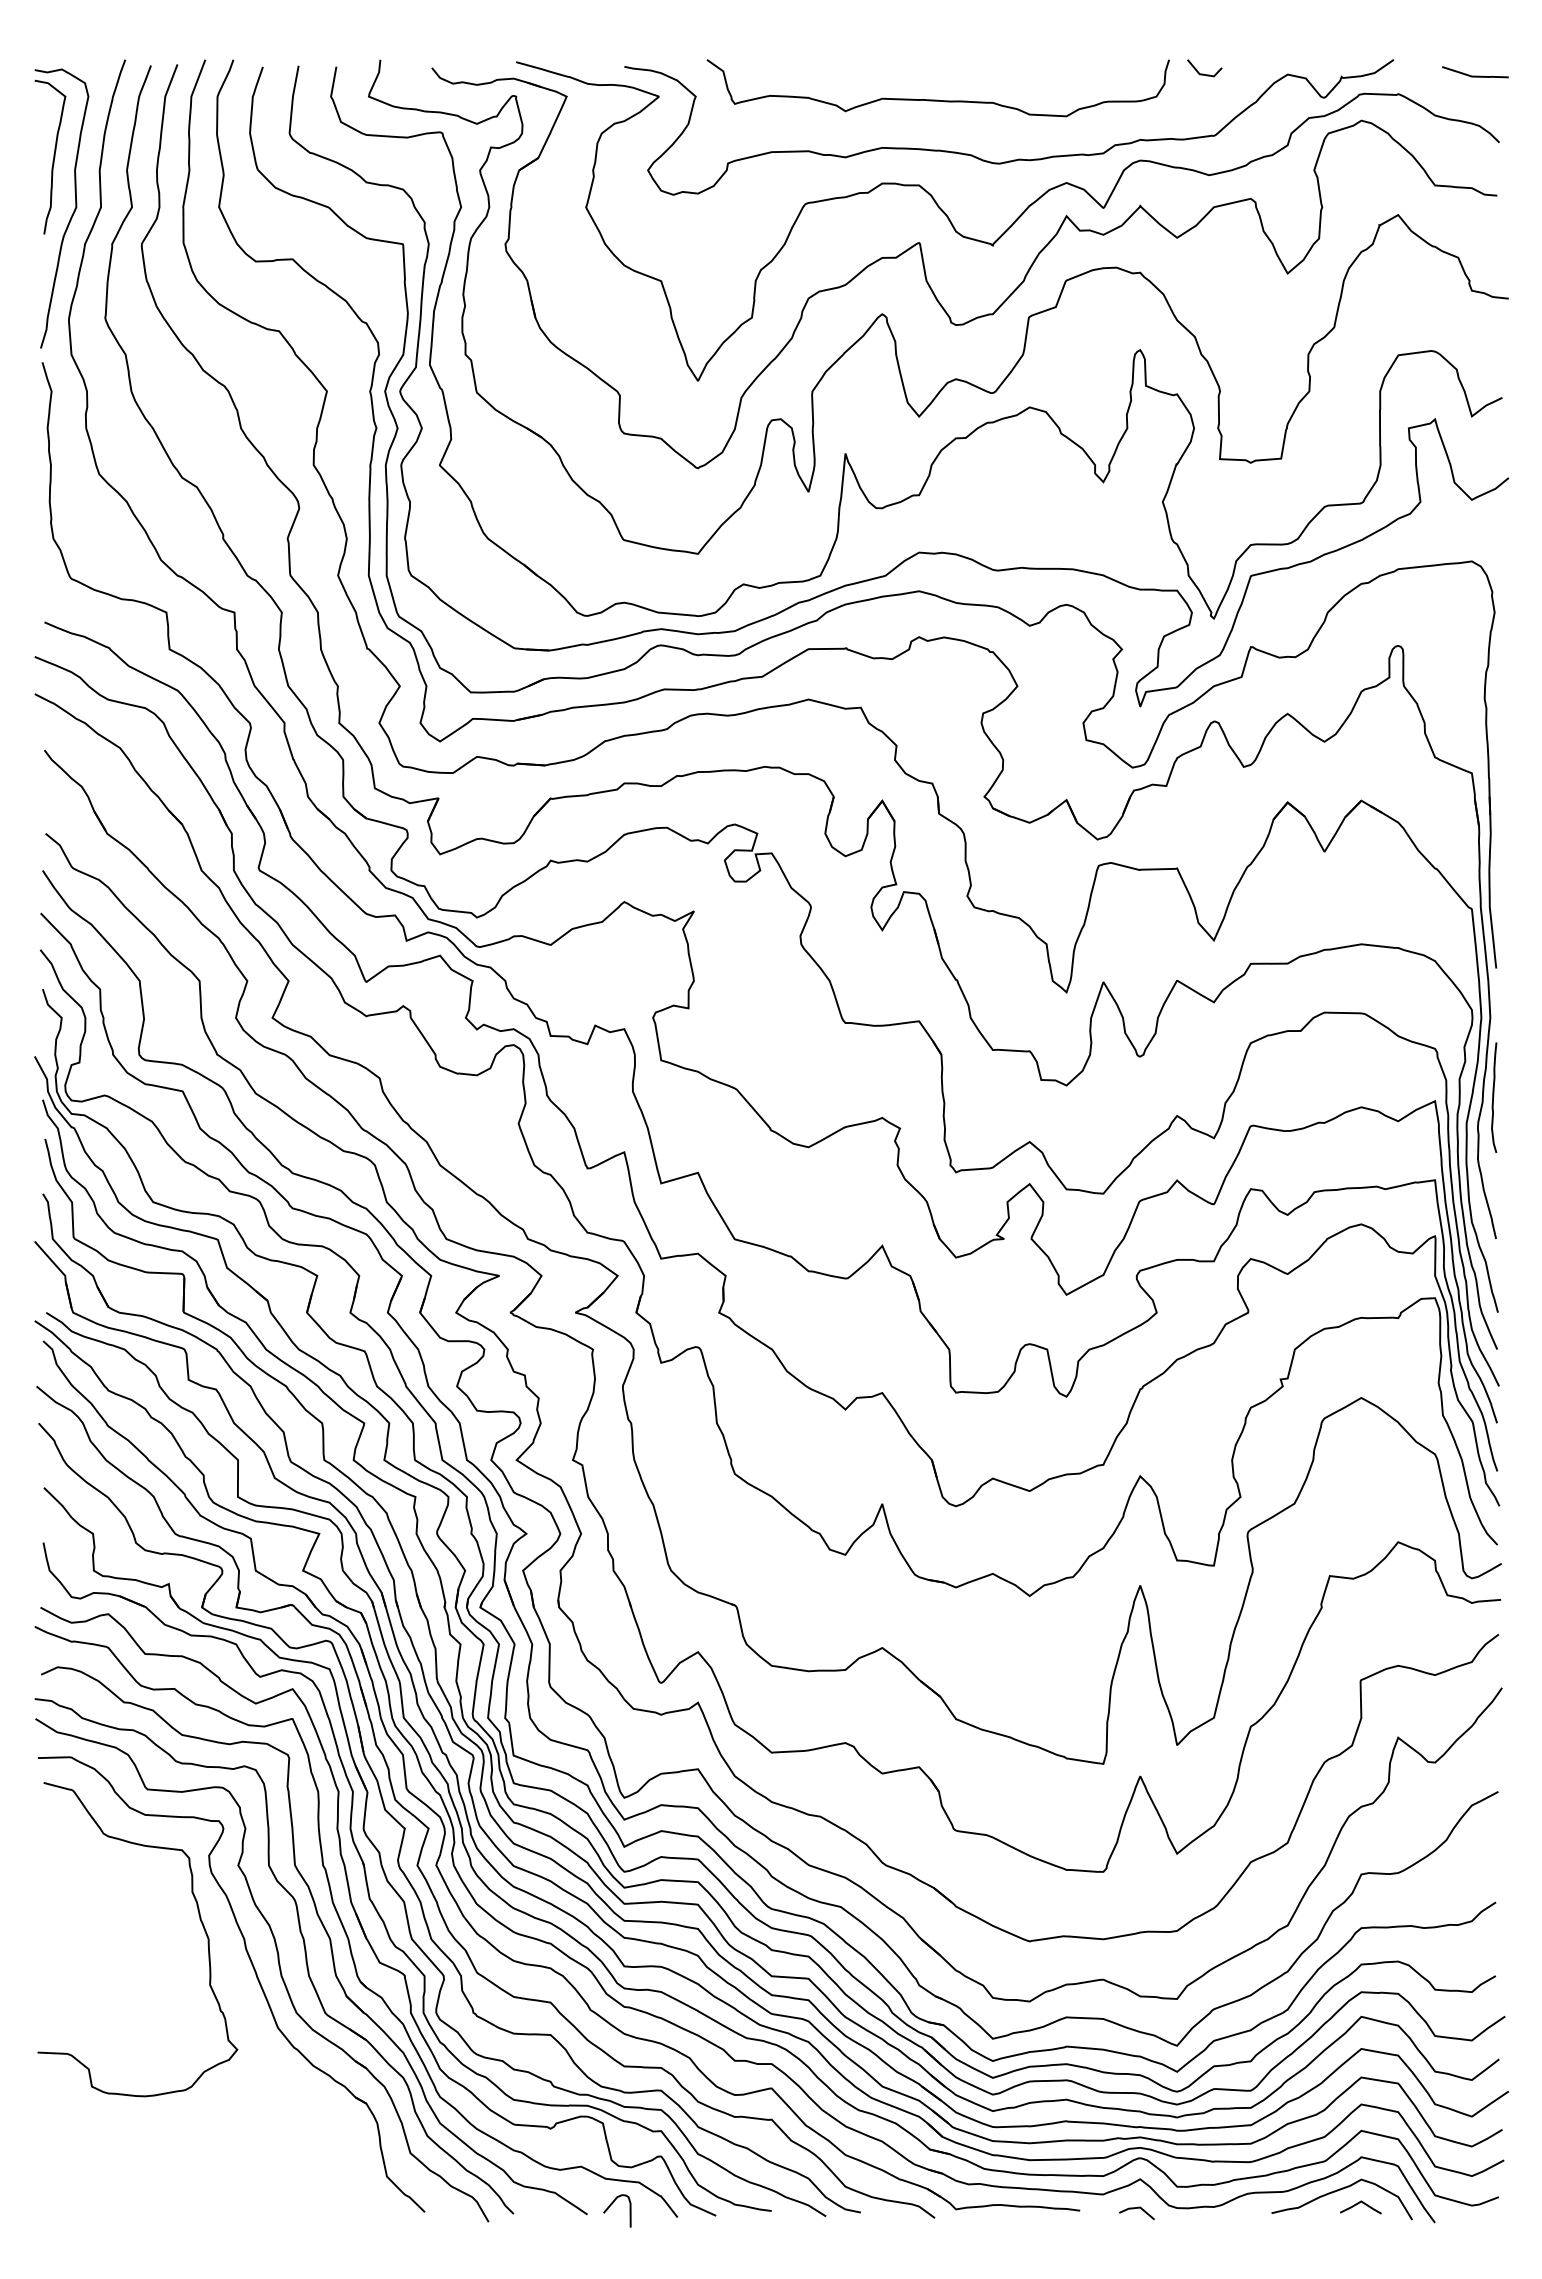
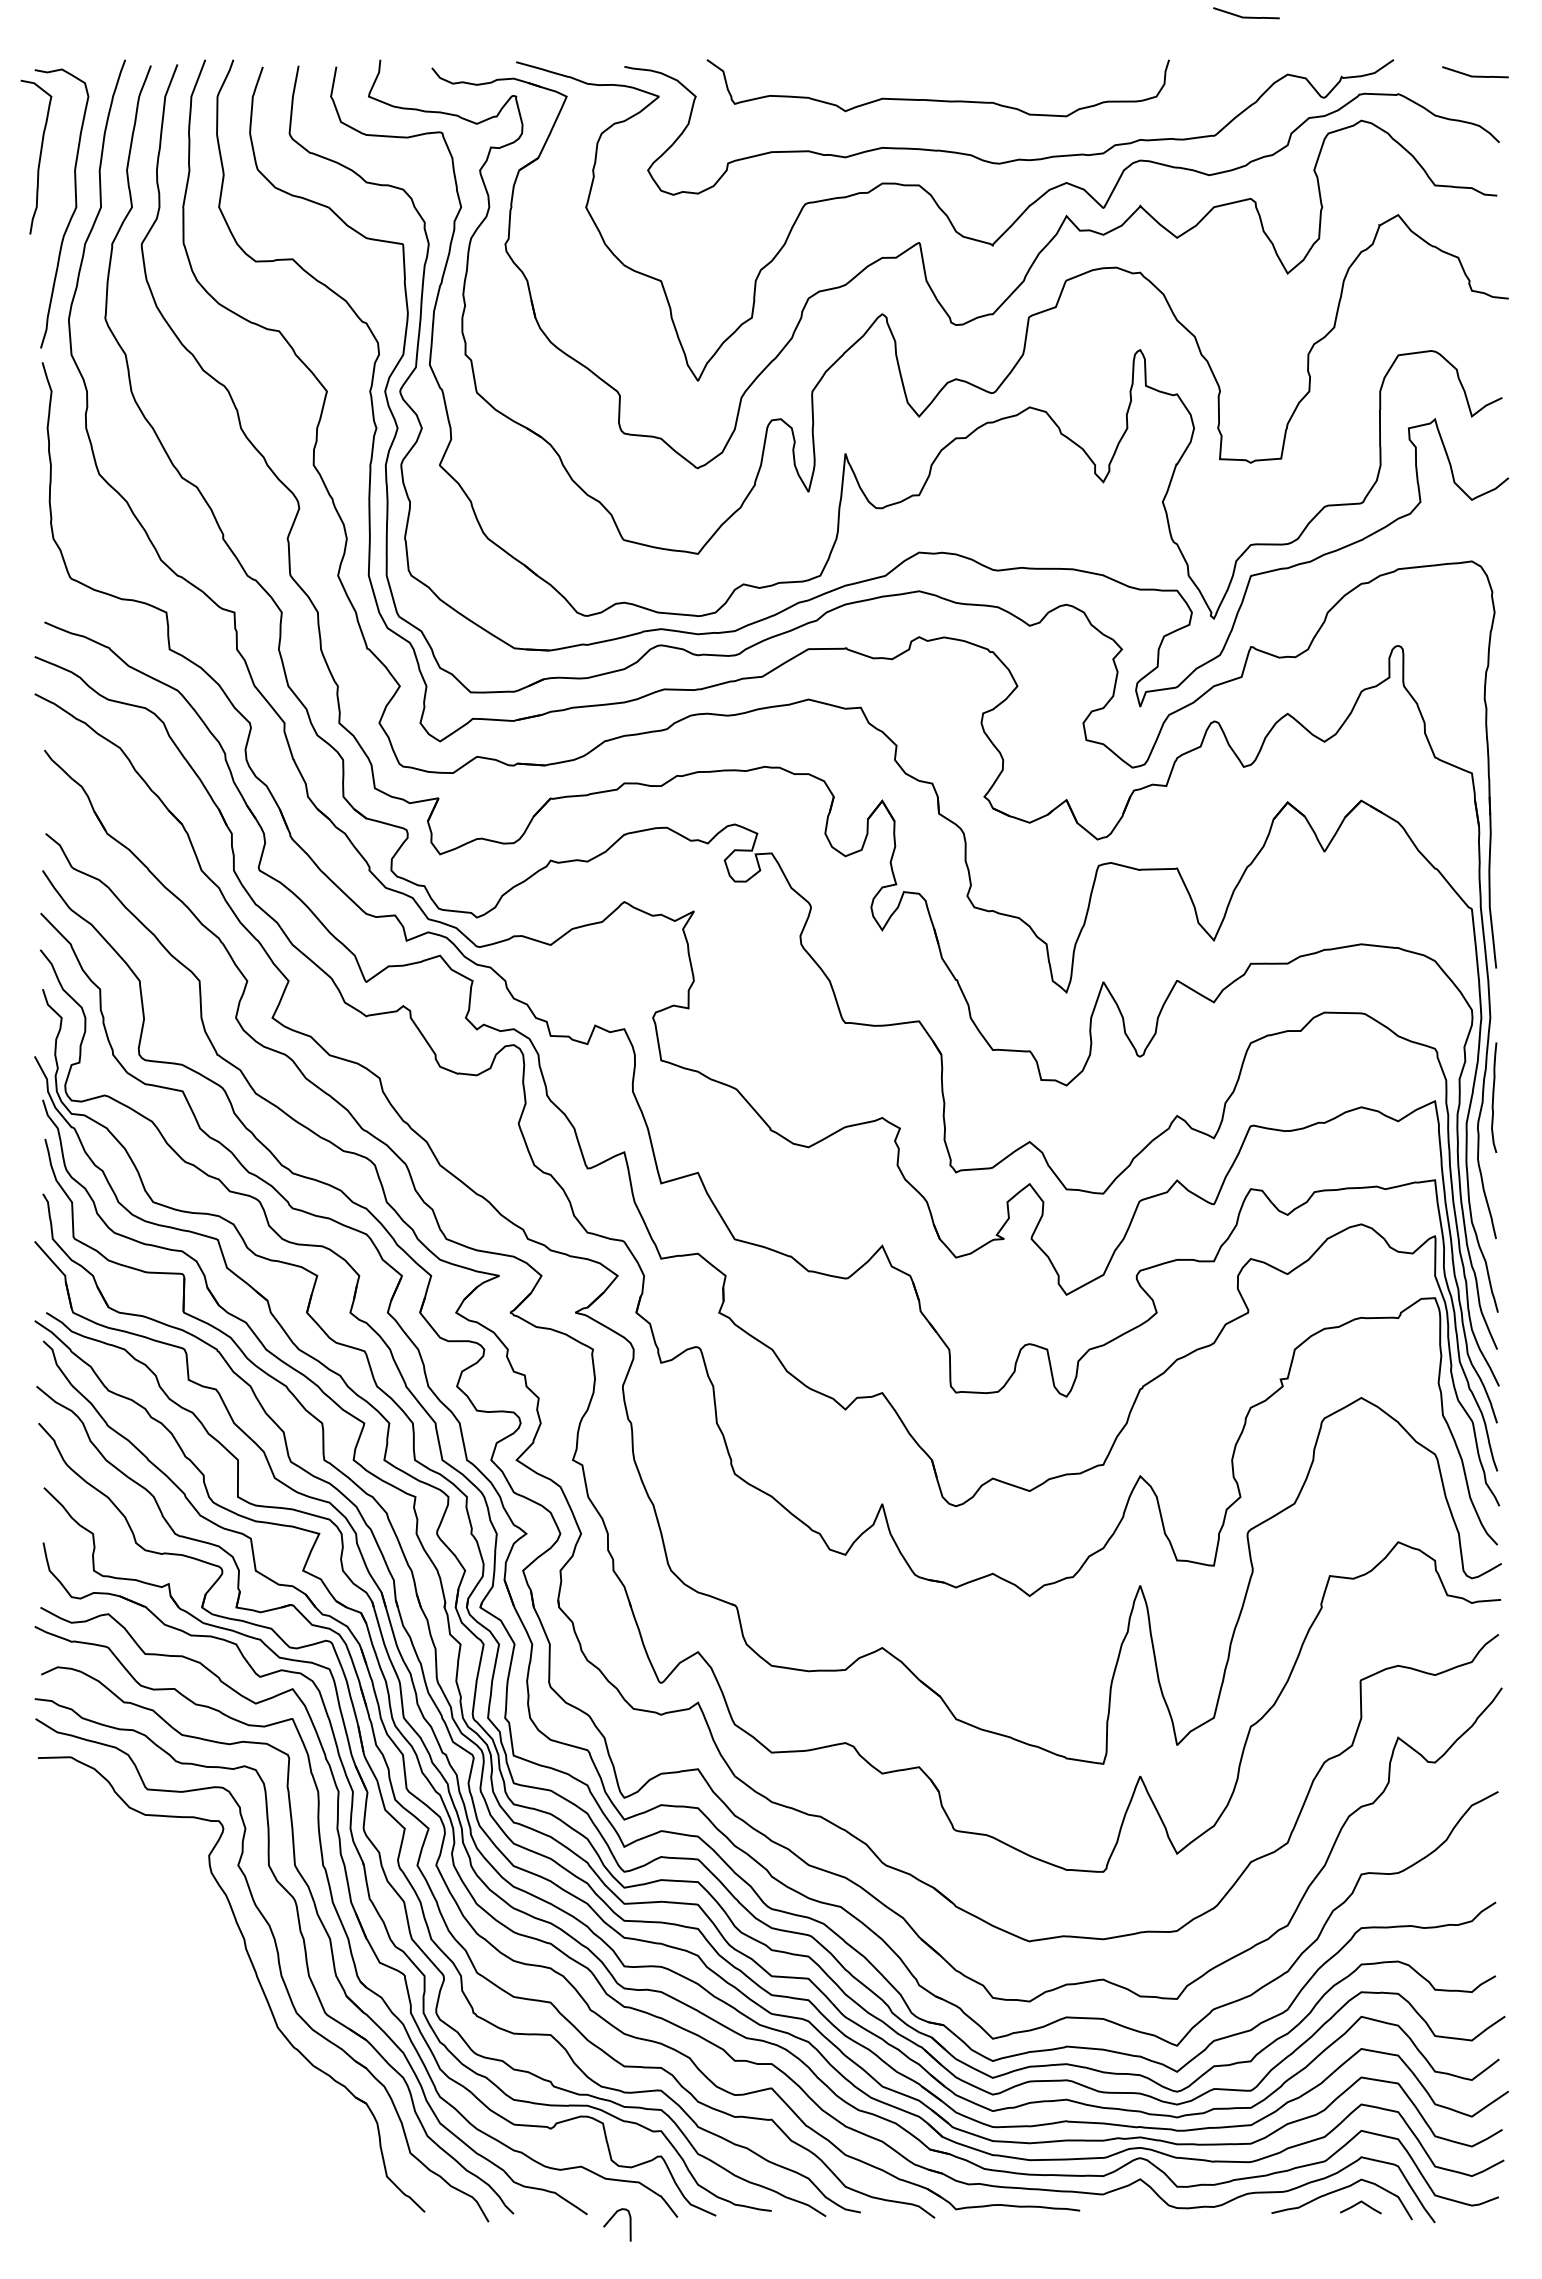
curve at (1246, 16): none -> present
line at (1203, 73): present -> none
curve at (53, 156) position: (53, 156) -> (39, 156)
curve at (199, 1919): present -> none
curve at (612, 2204) position: (612, 2204) -> (612, 2218)
line at (1134, 2209): present -> none
